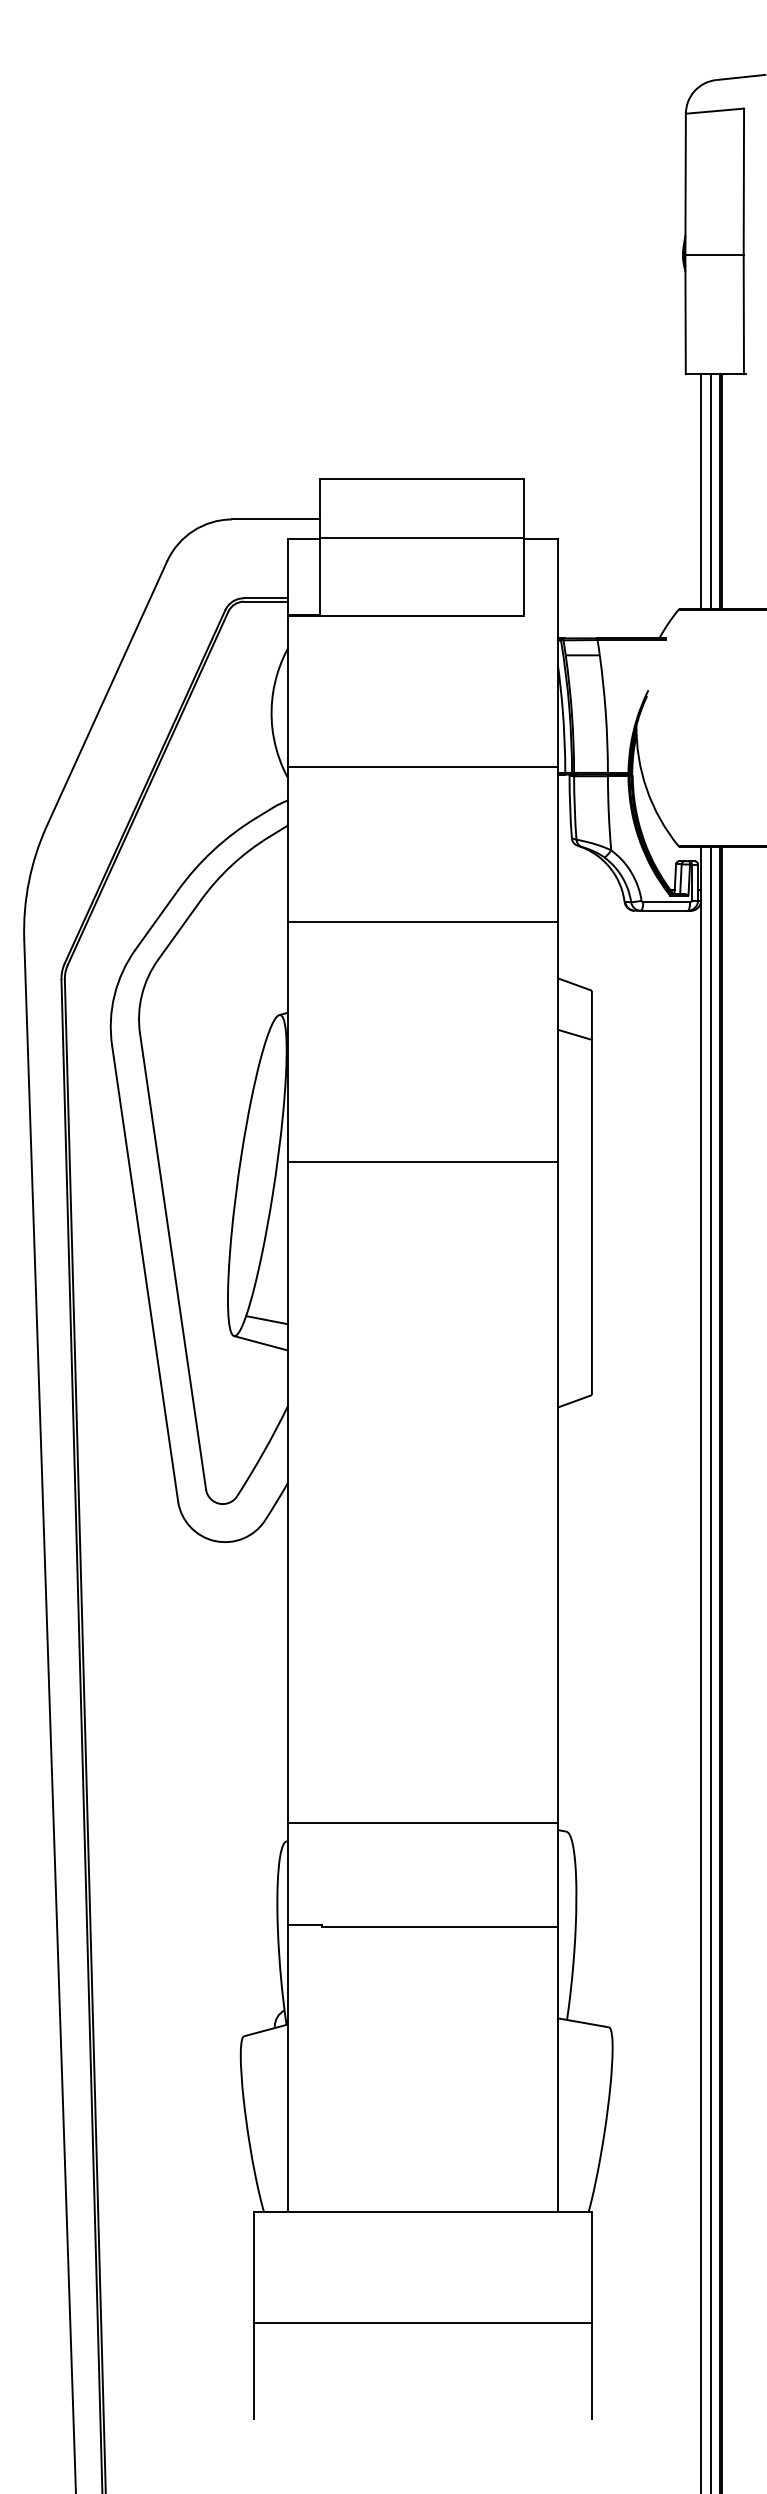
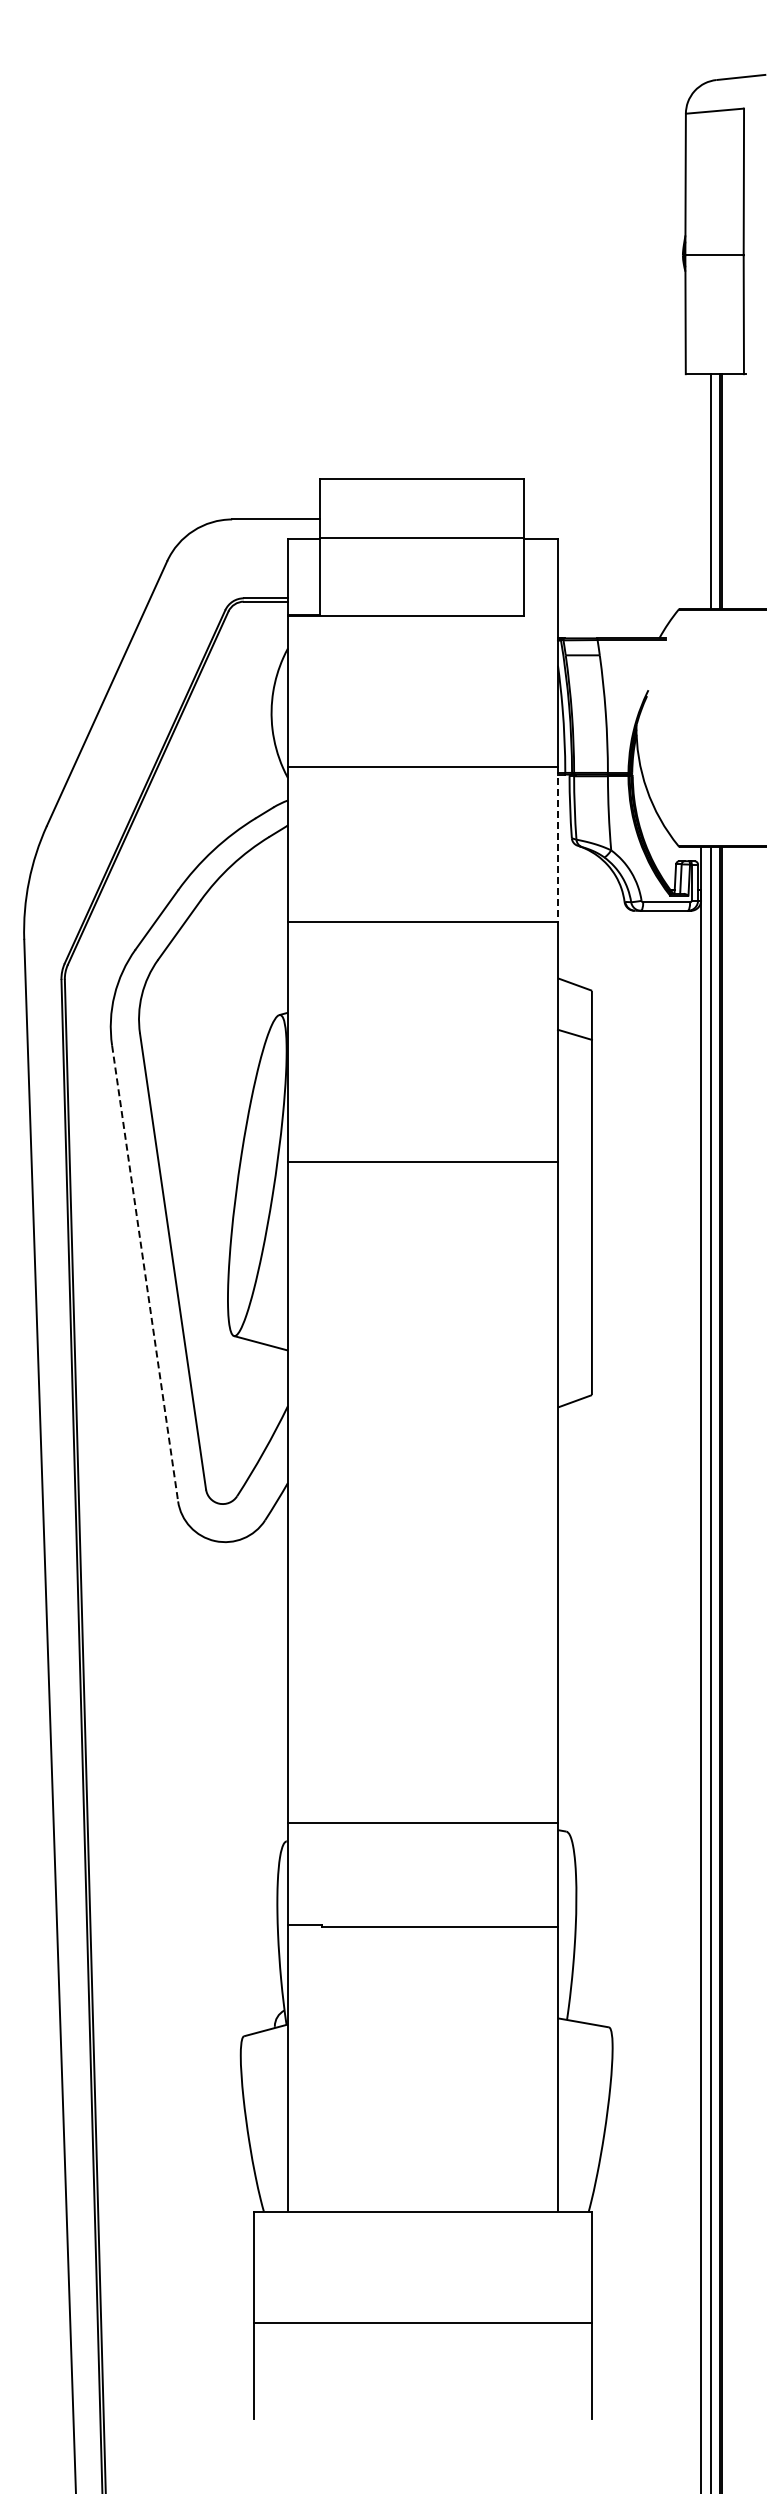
line at (701, 491): present -> none
line at (557, 844): solid -> dashed
line at (145, 1274): solid -> dashed
line at (267, 1320): present -> none
